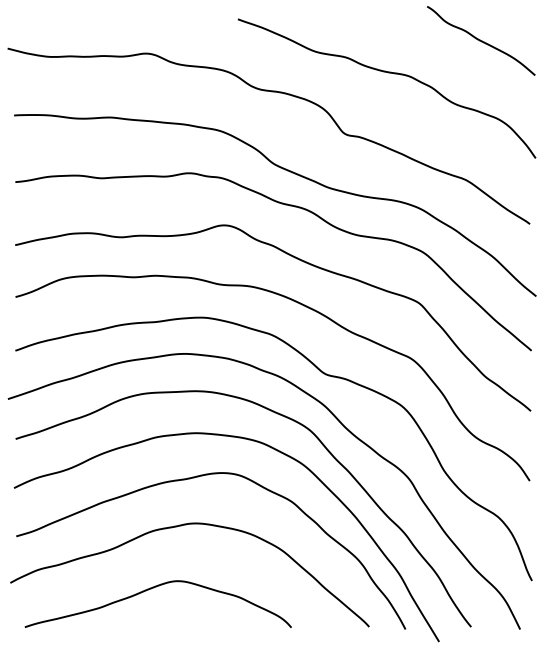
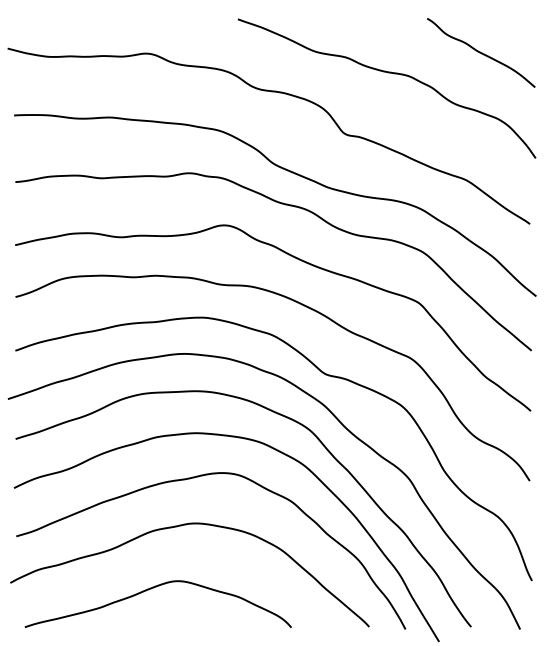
curve at (481, 40) position: (481, 40) -> (481, 52)
